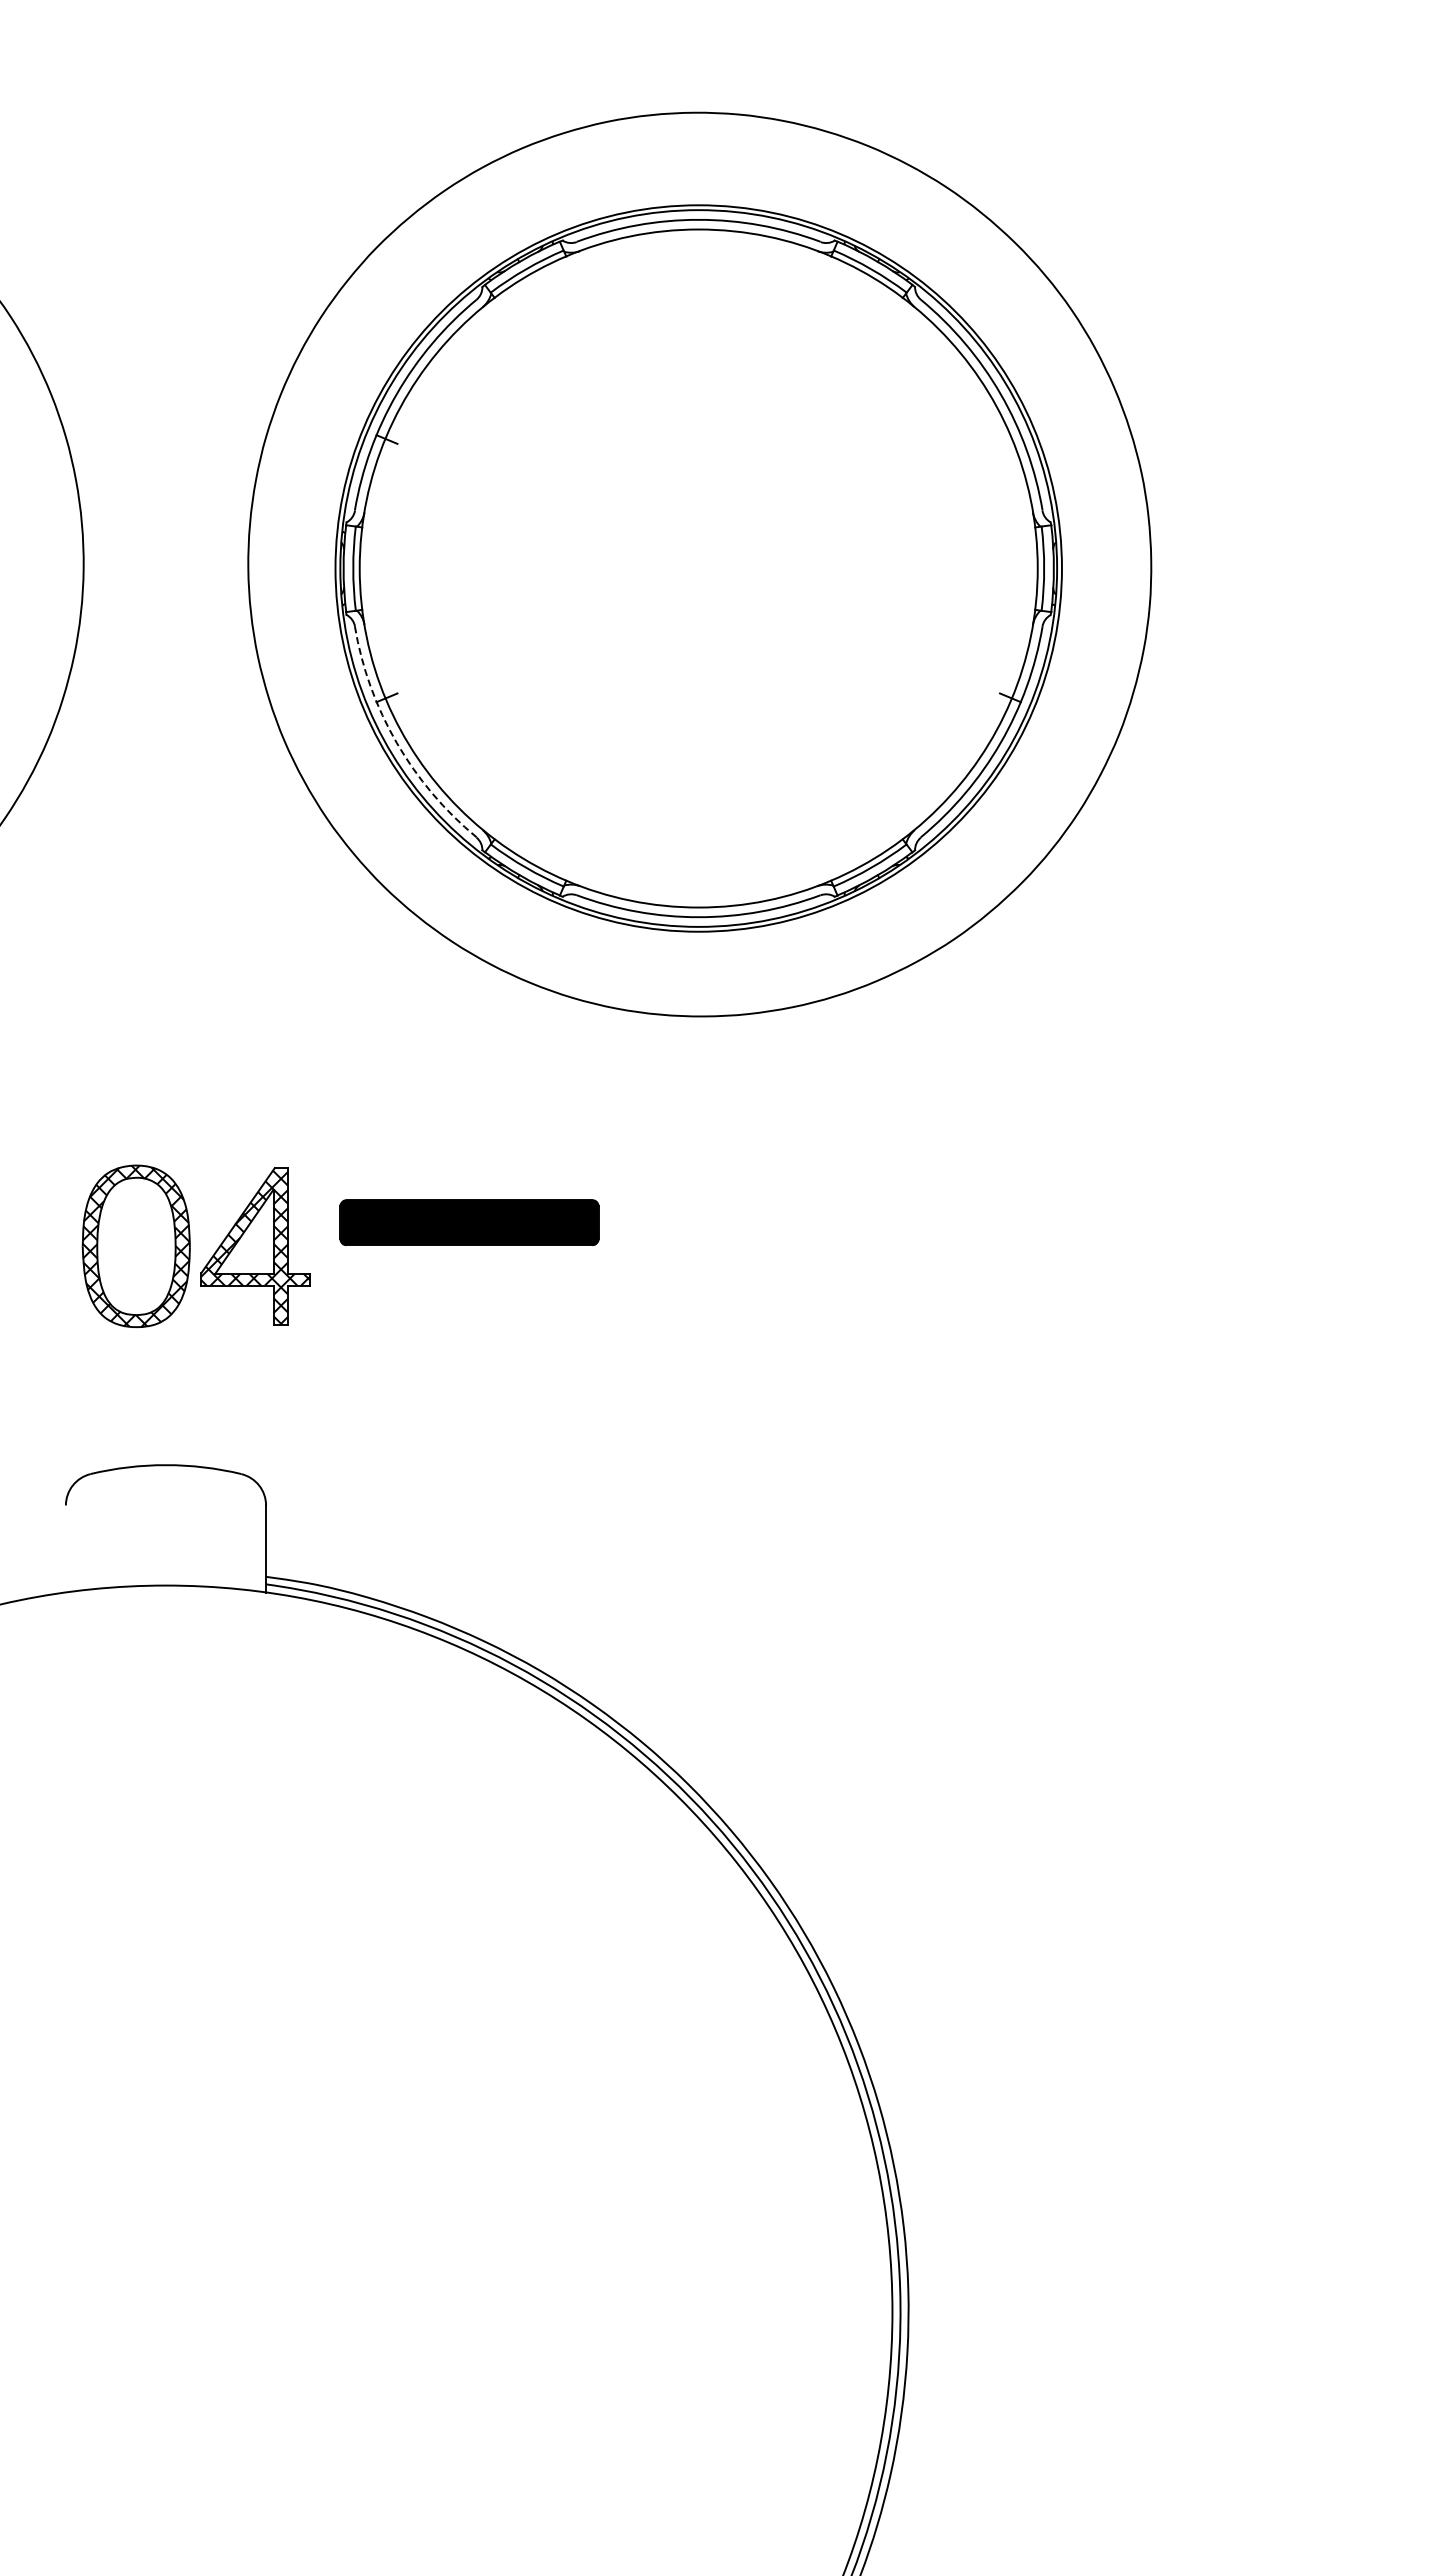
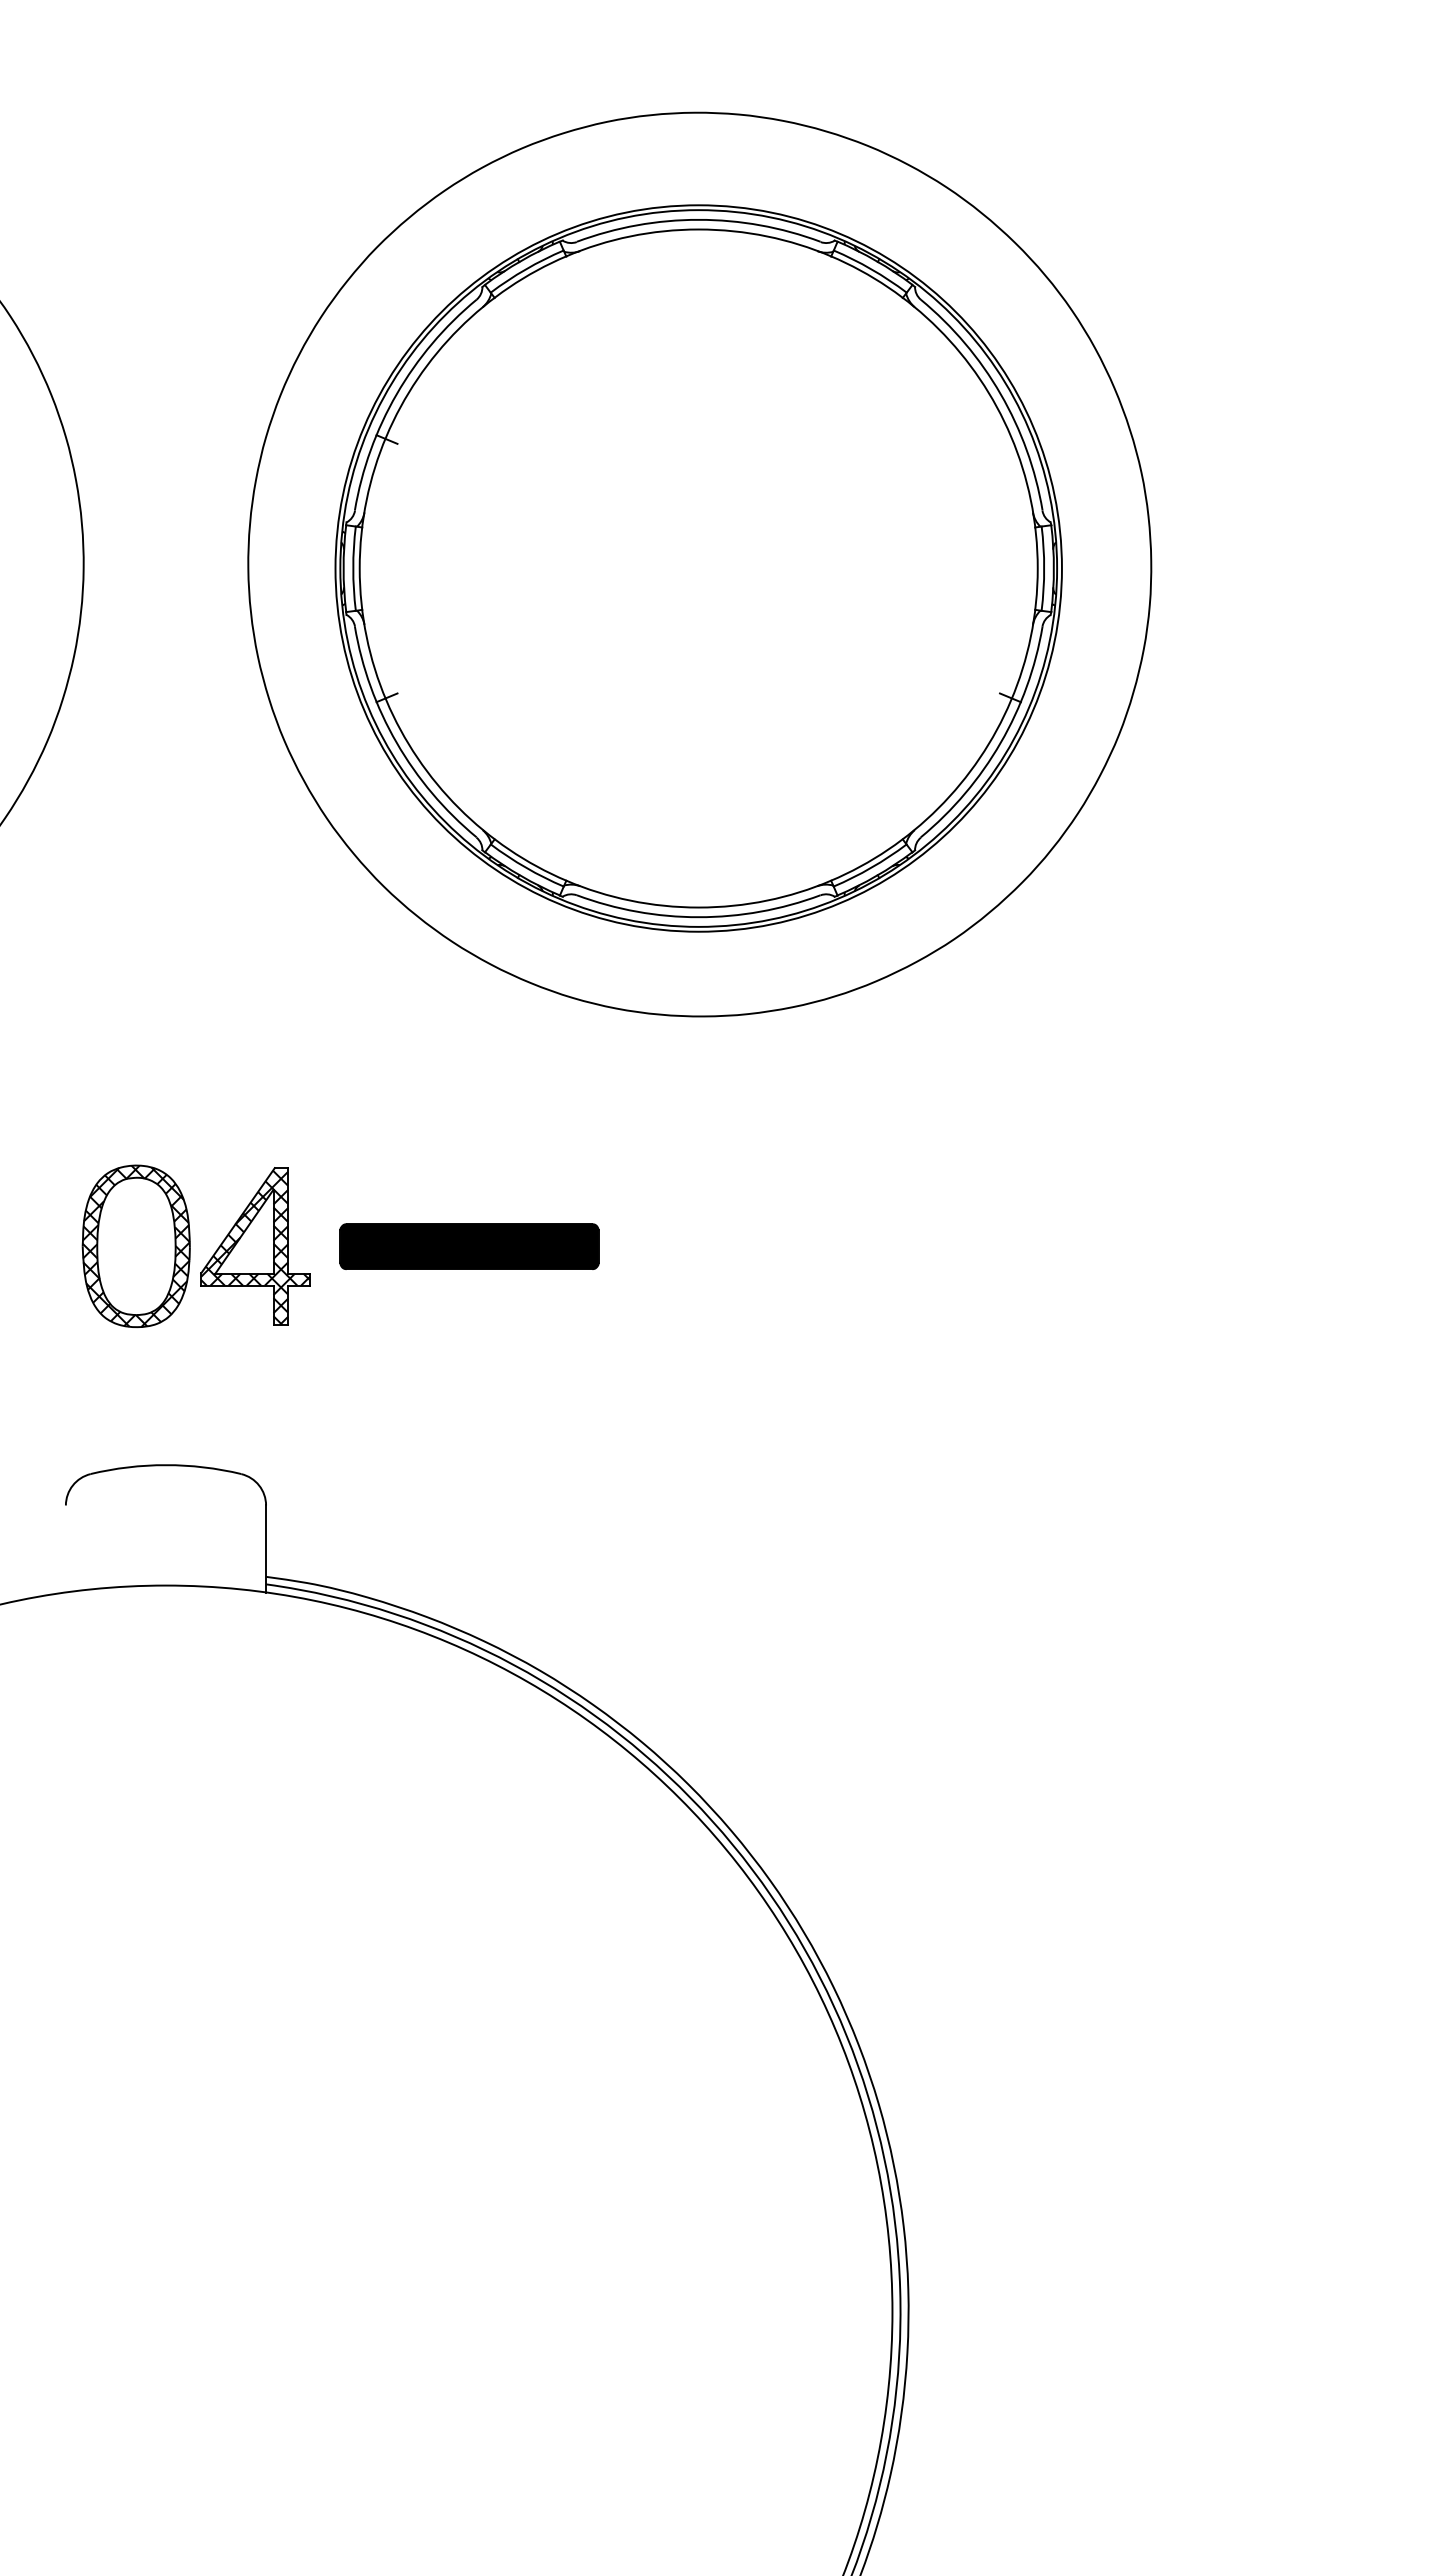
arc at (396, 742): dashed -> solid
part at (469, 1222) position: (469, 1222) -> (469, 1246)
